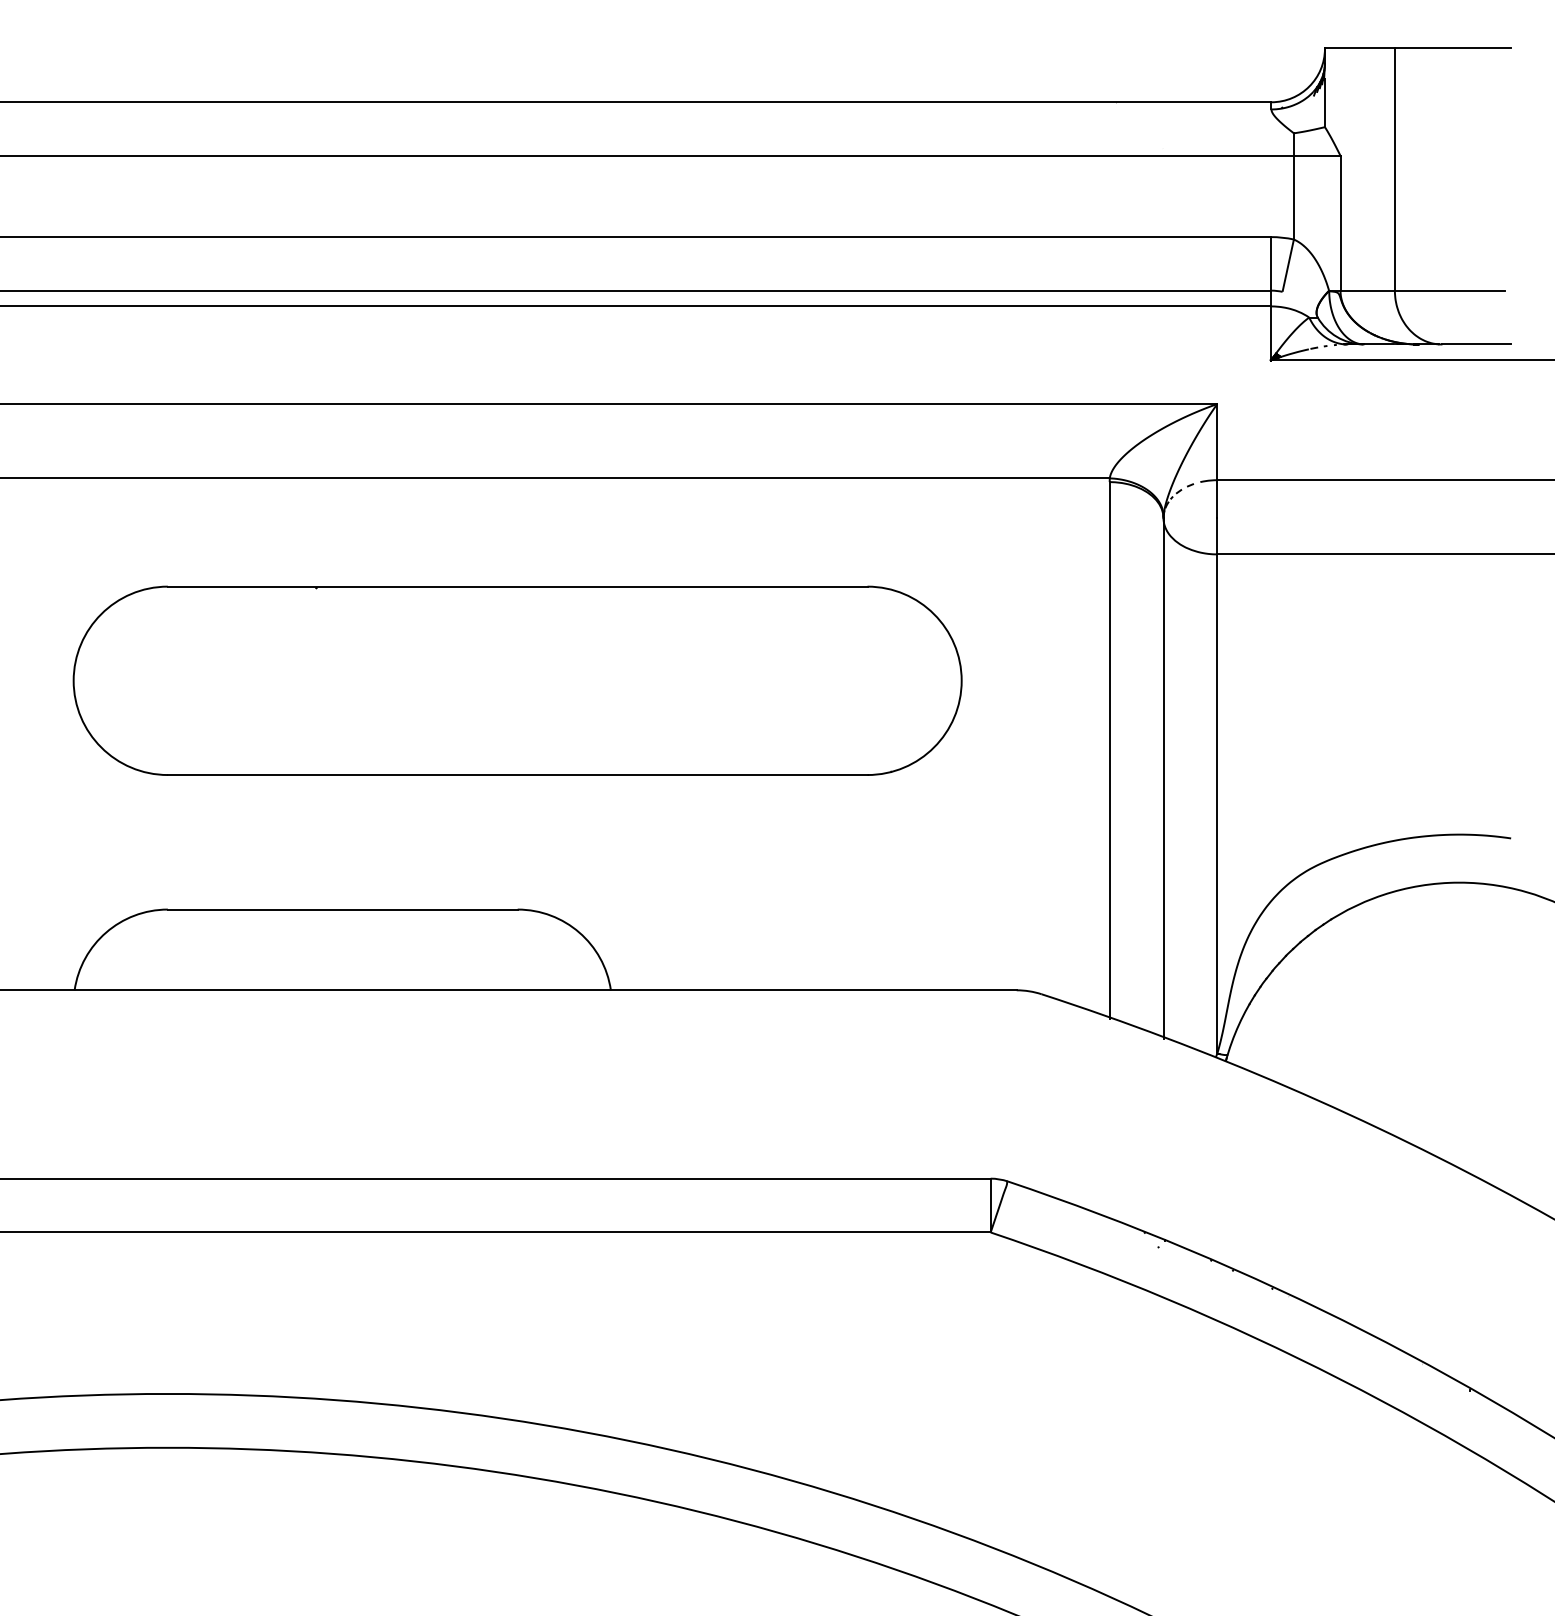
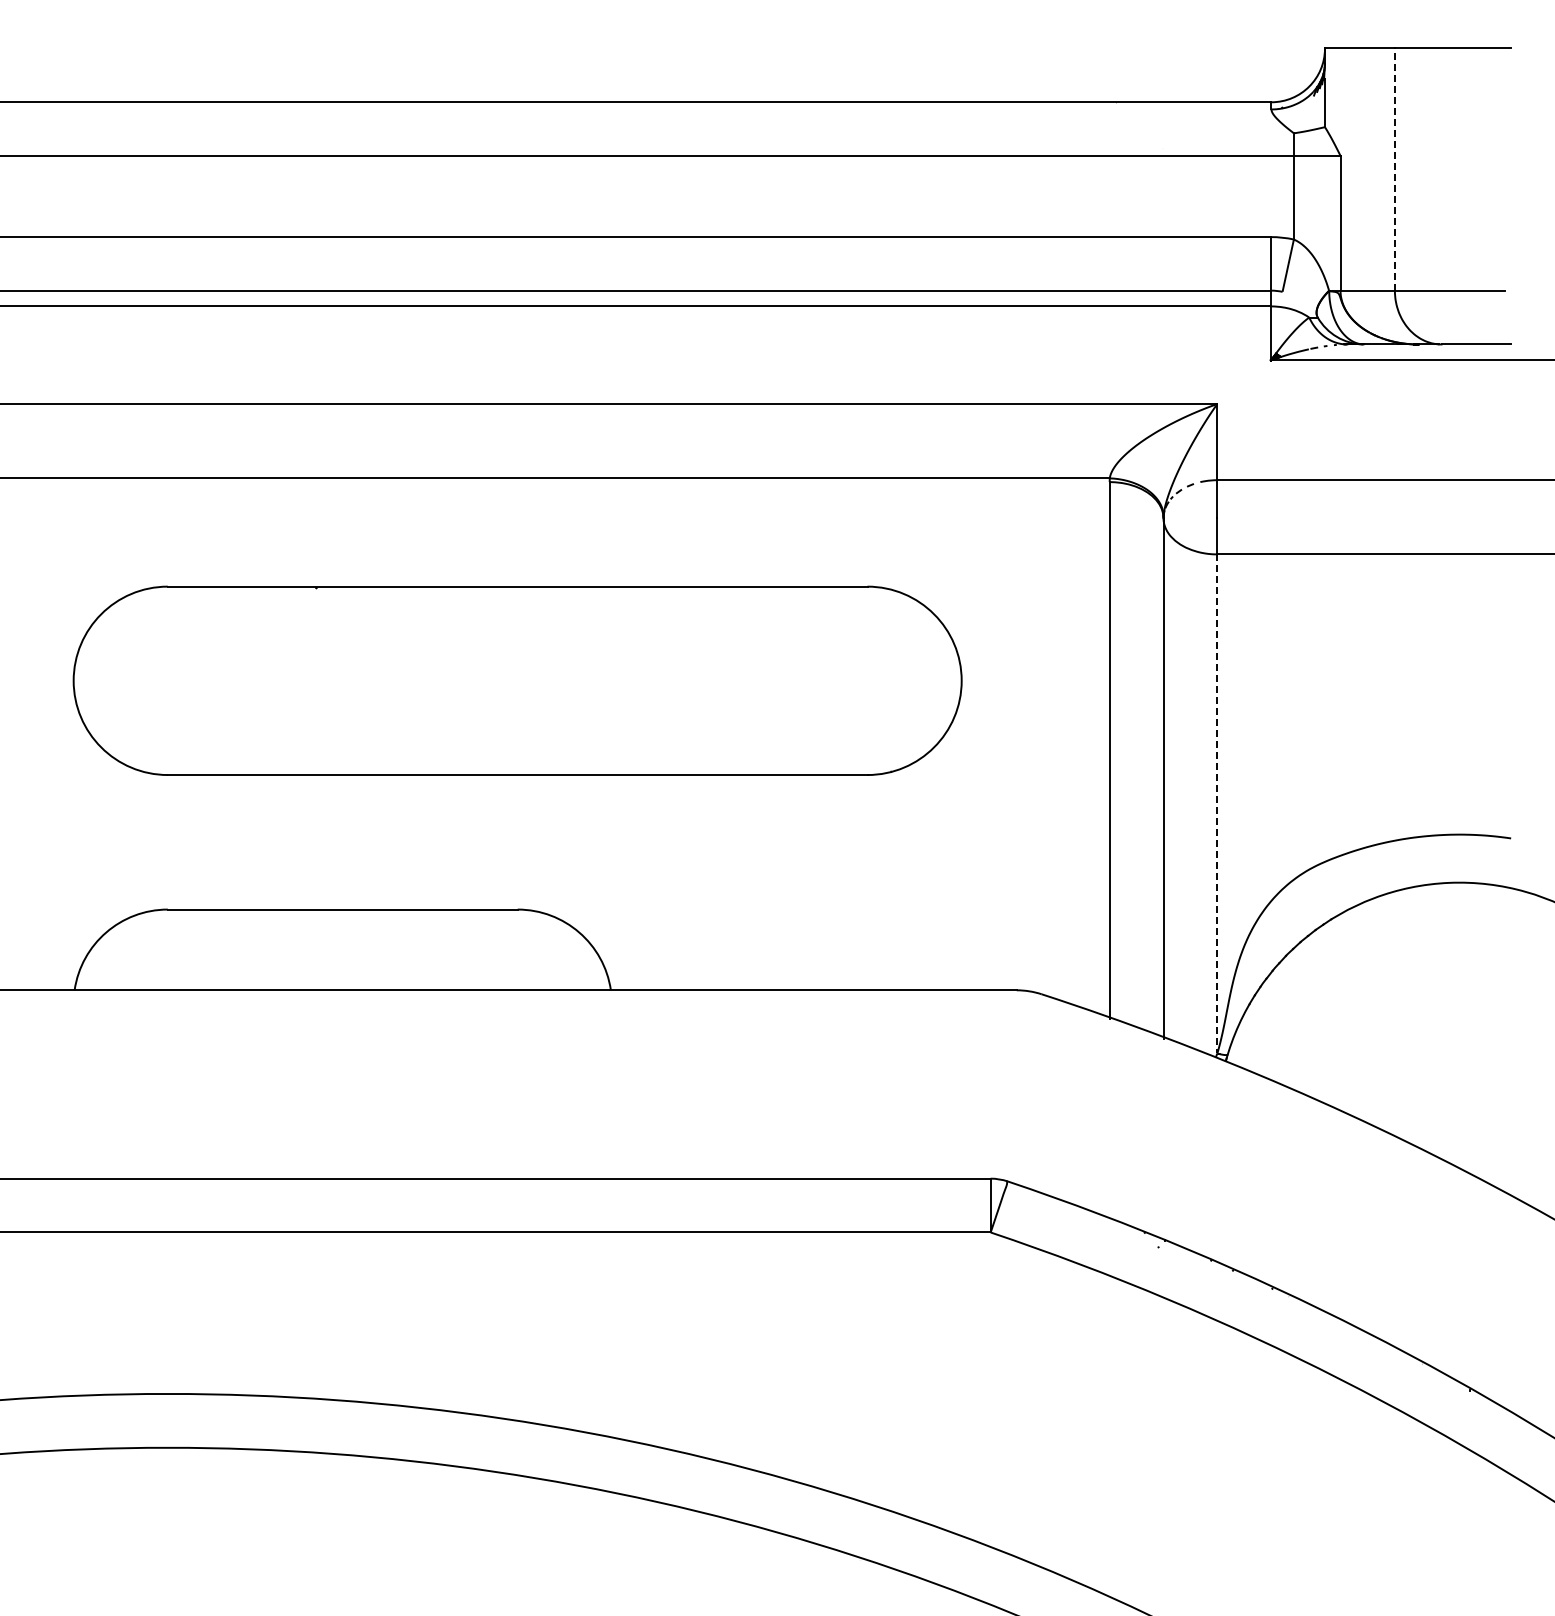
line at (1394, 169): solid -> dashed
line at (1217, 803): solid -> dashed
